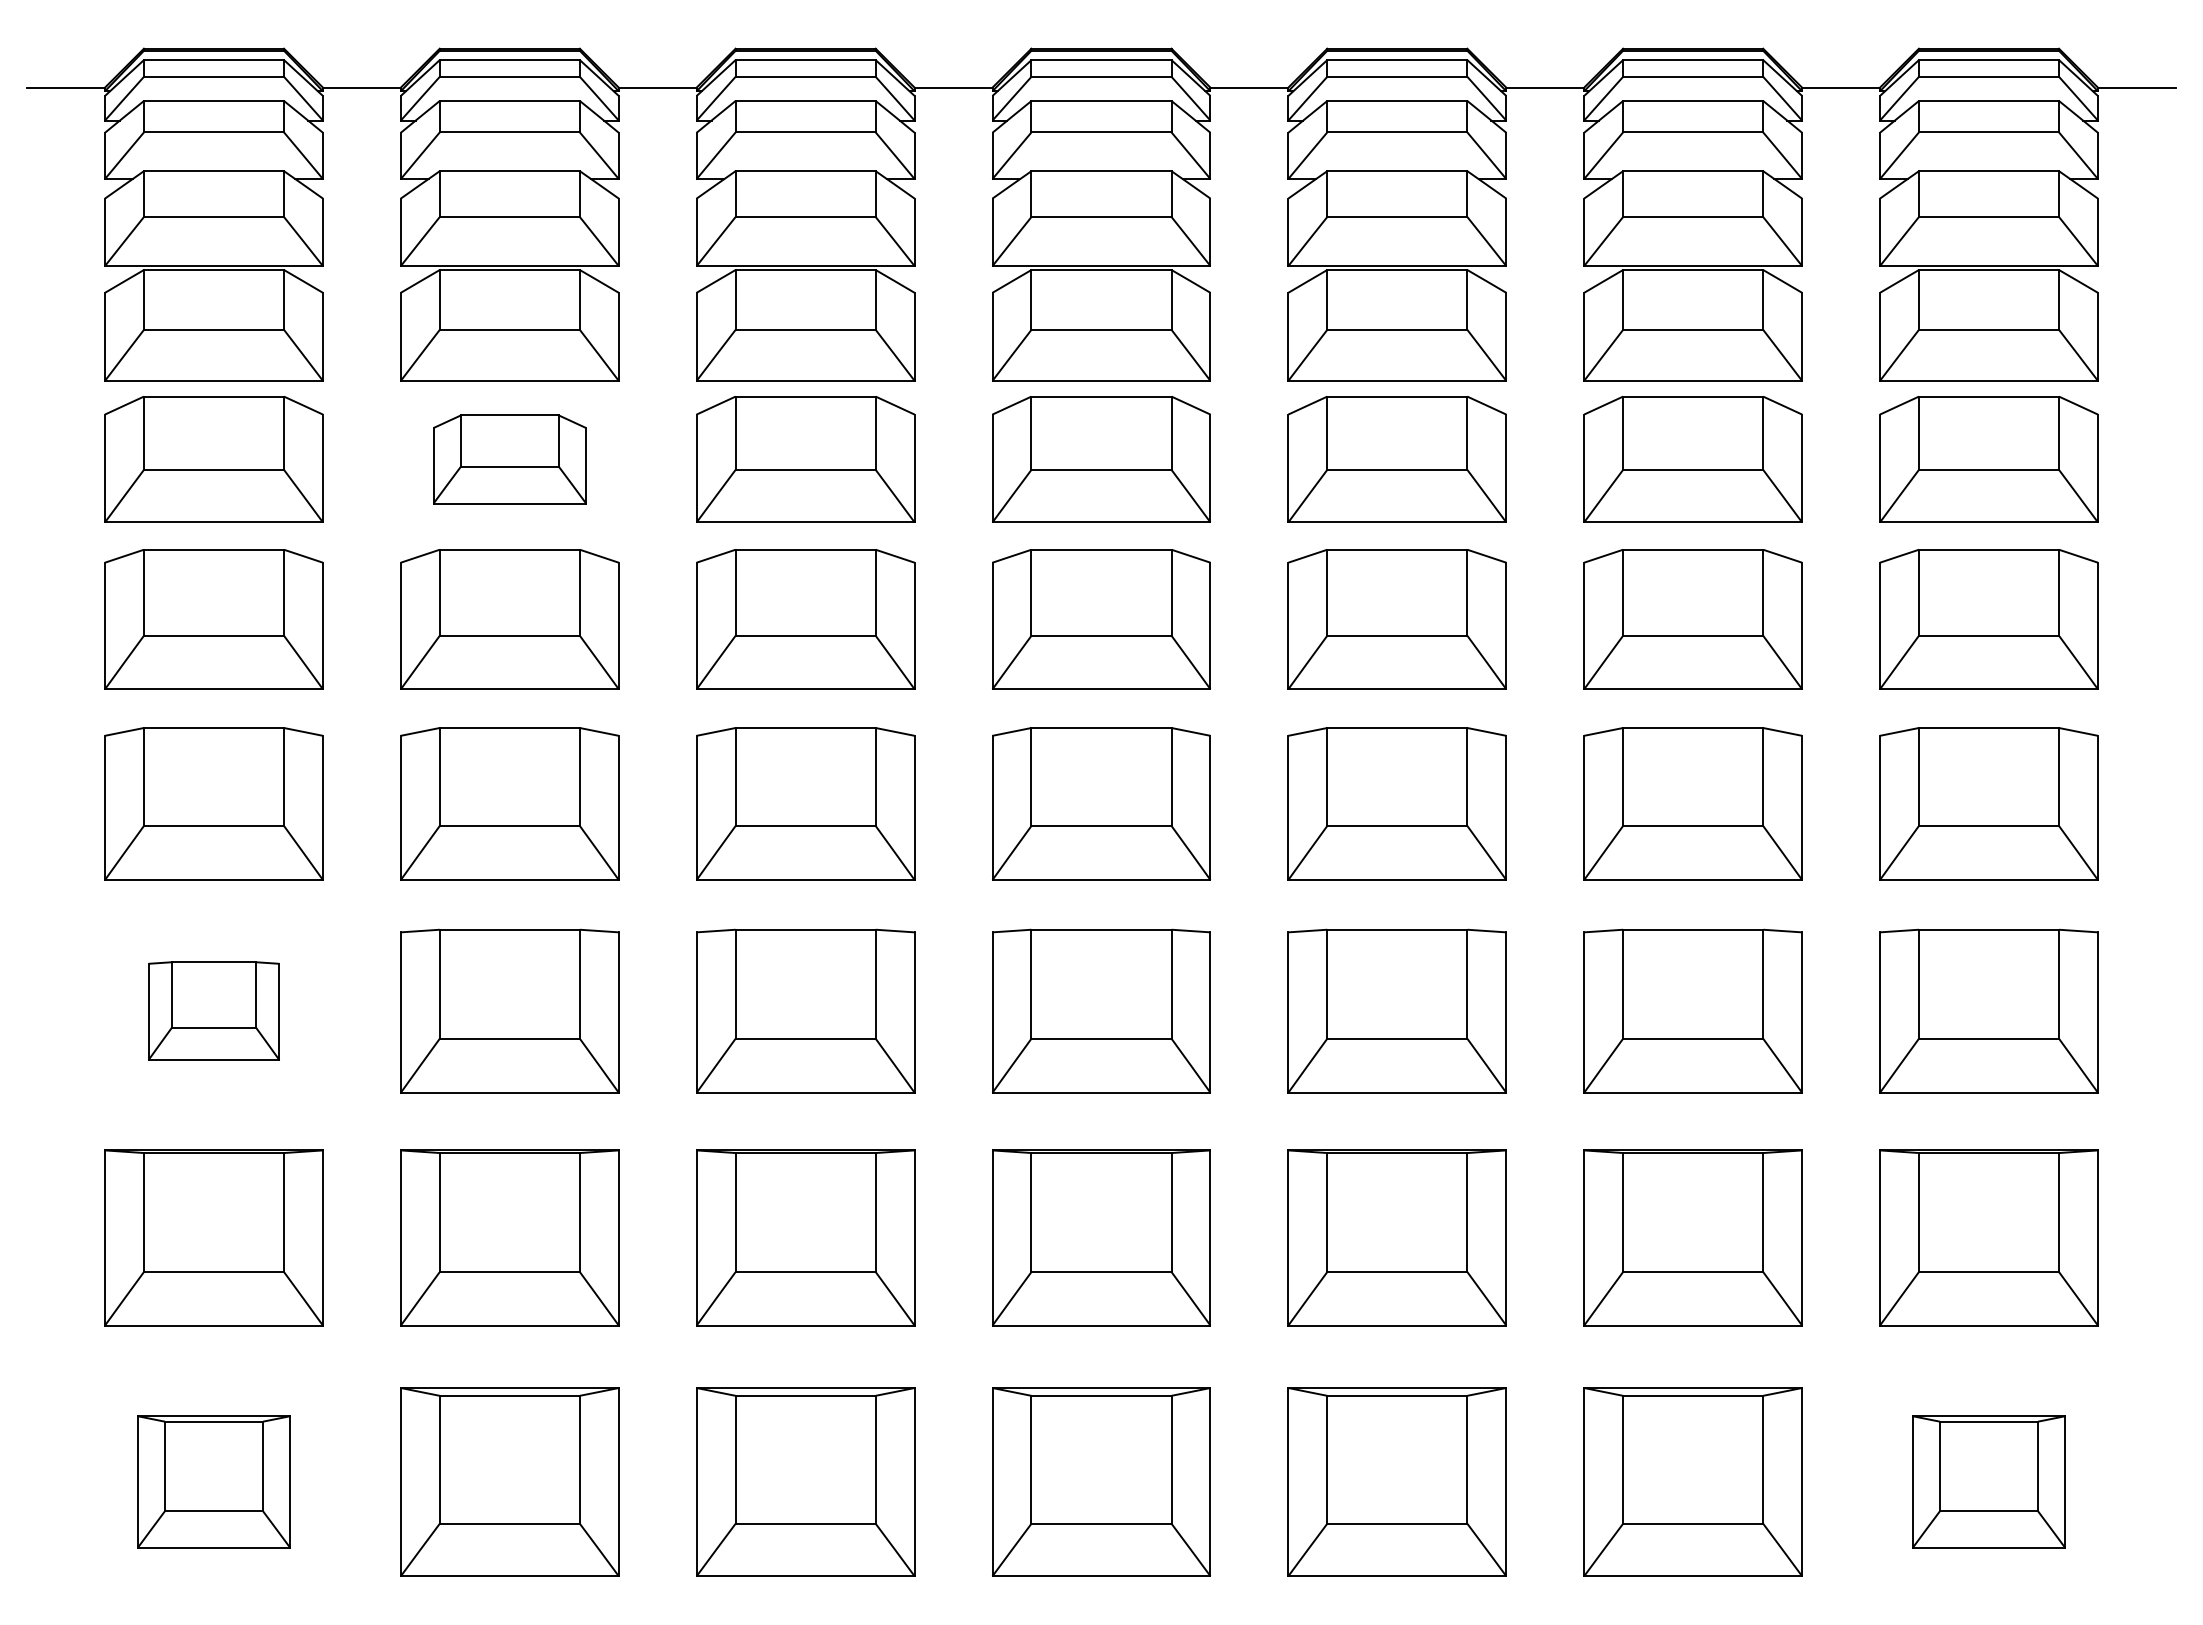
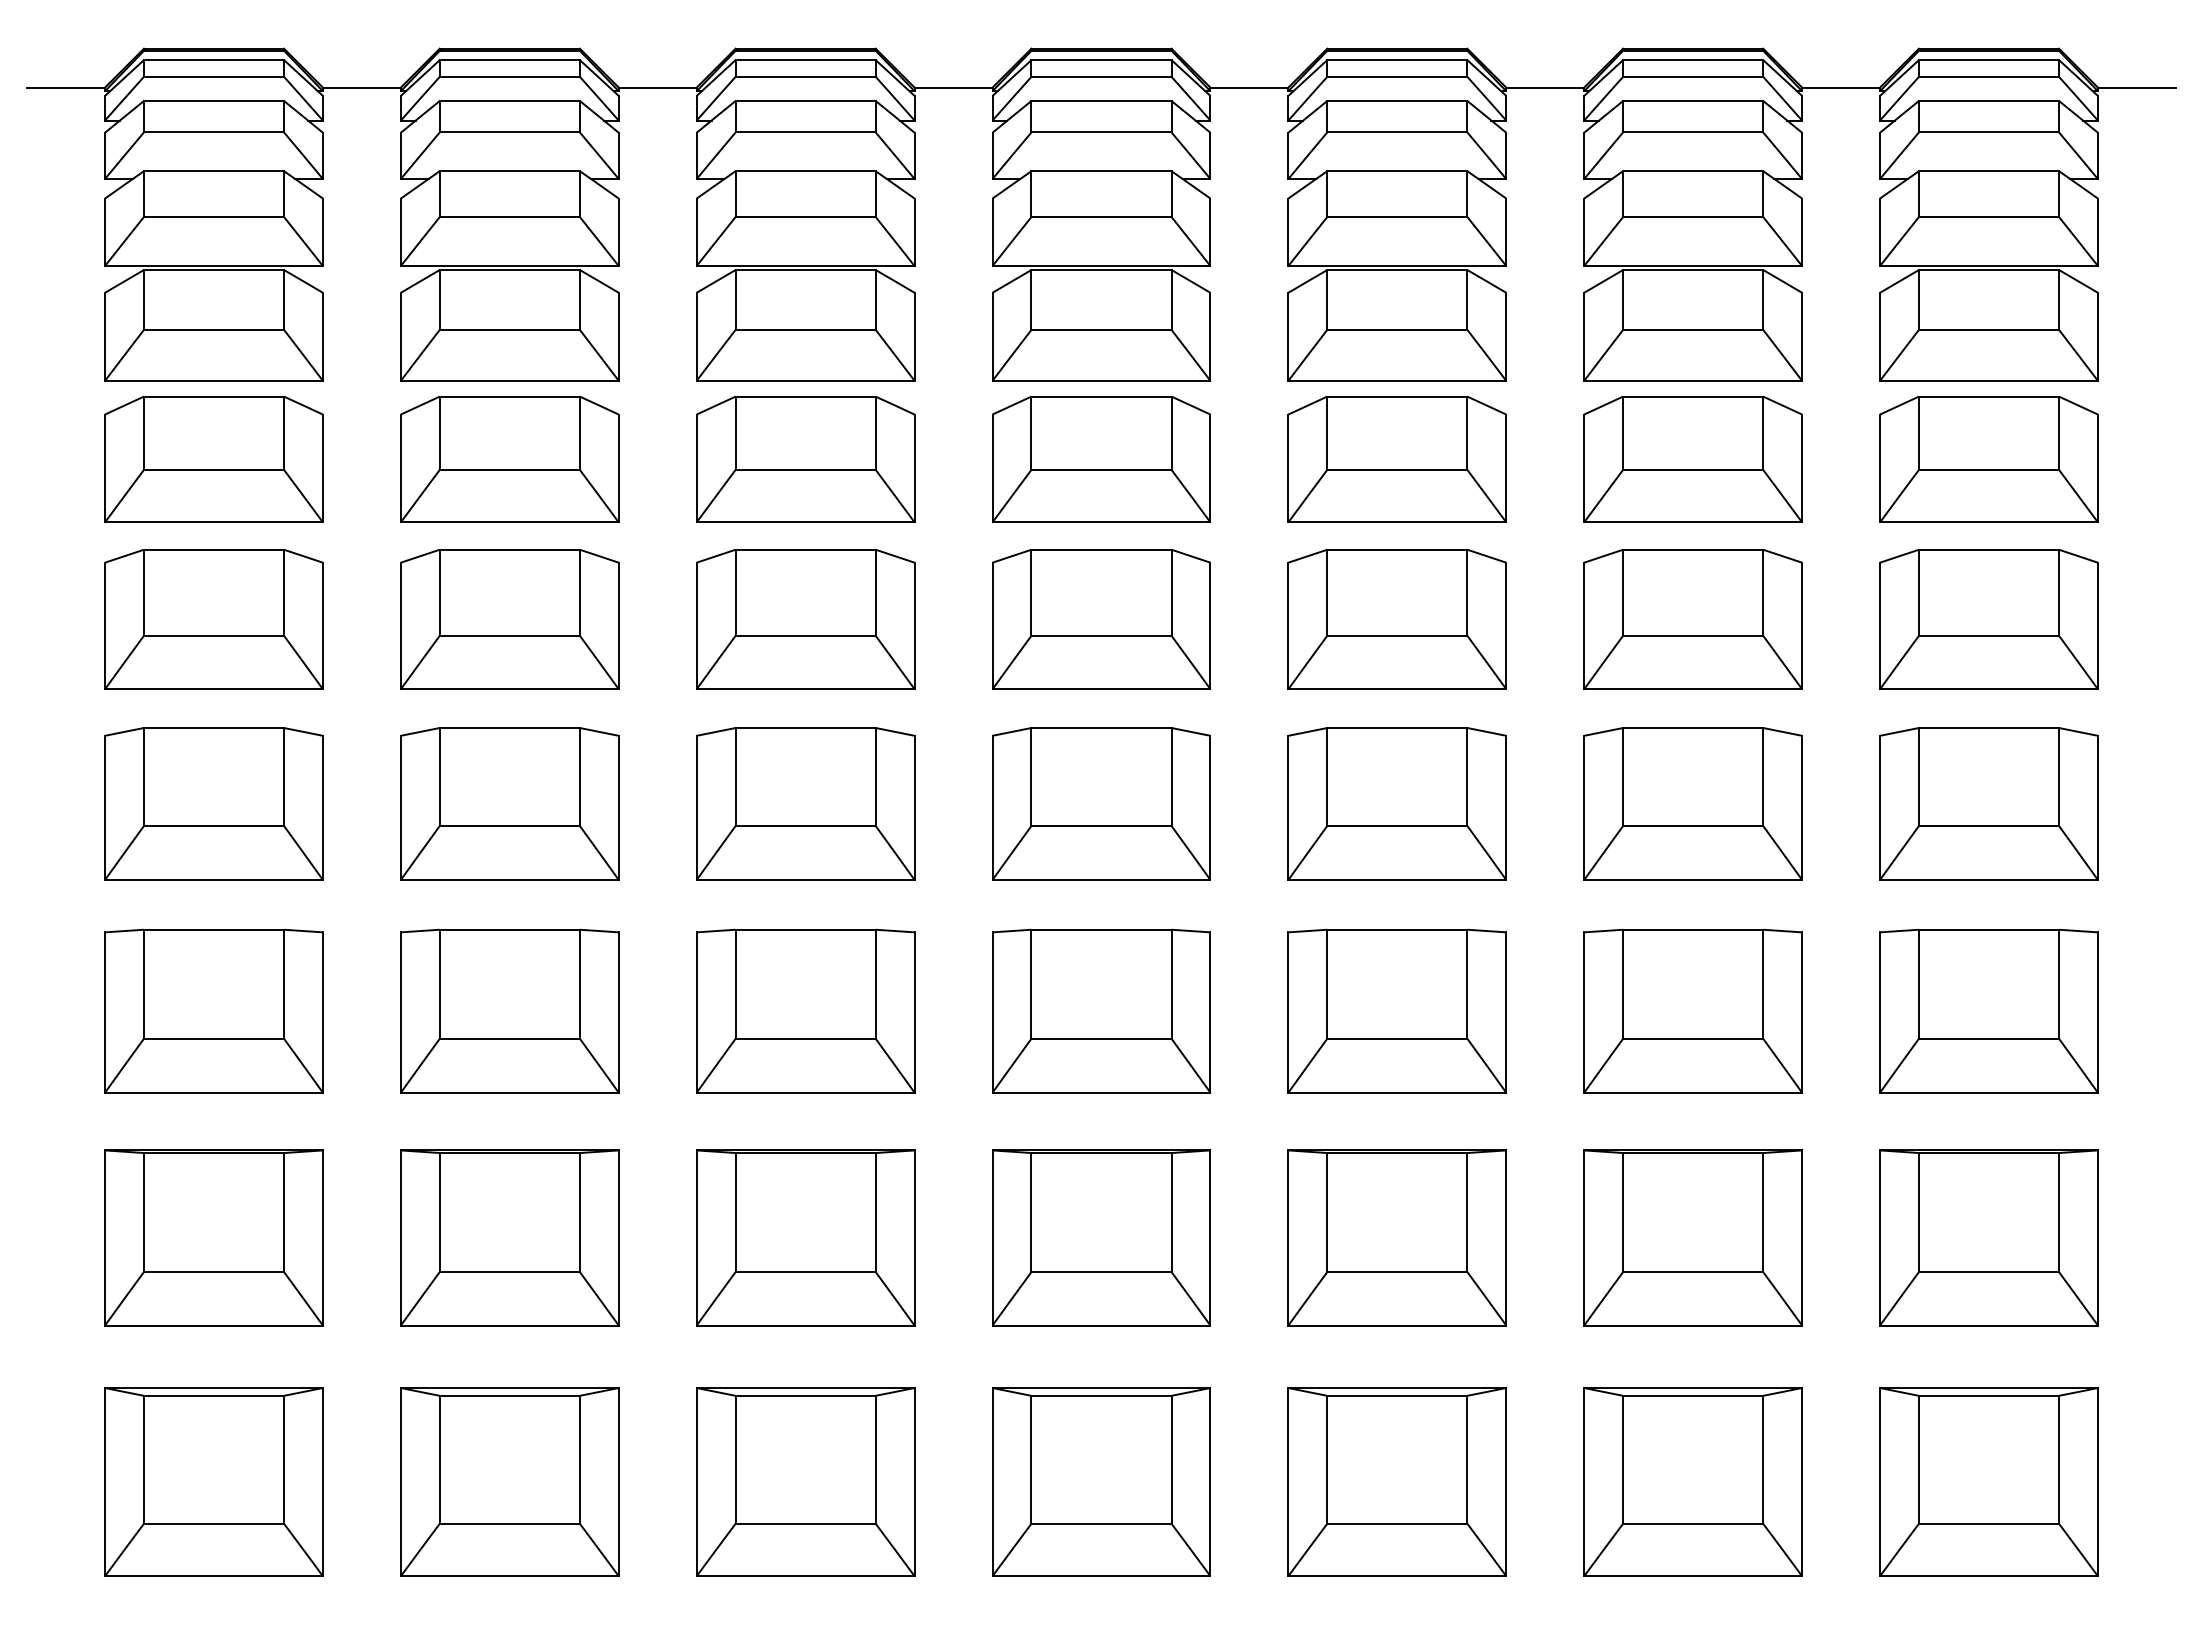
part at (509, 459) size: 154x91 px -> 220x127 px
part at (213, 1010) size: 132x100 px -> 220x166 px
part at (213, 1481) size: 154x134 px -> 220x190 px
part at (1988, 1481) size: 154x134 px -> 220x190 px
